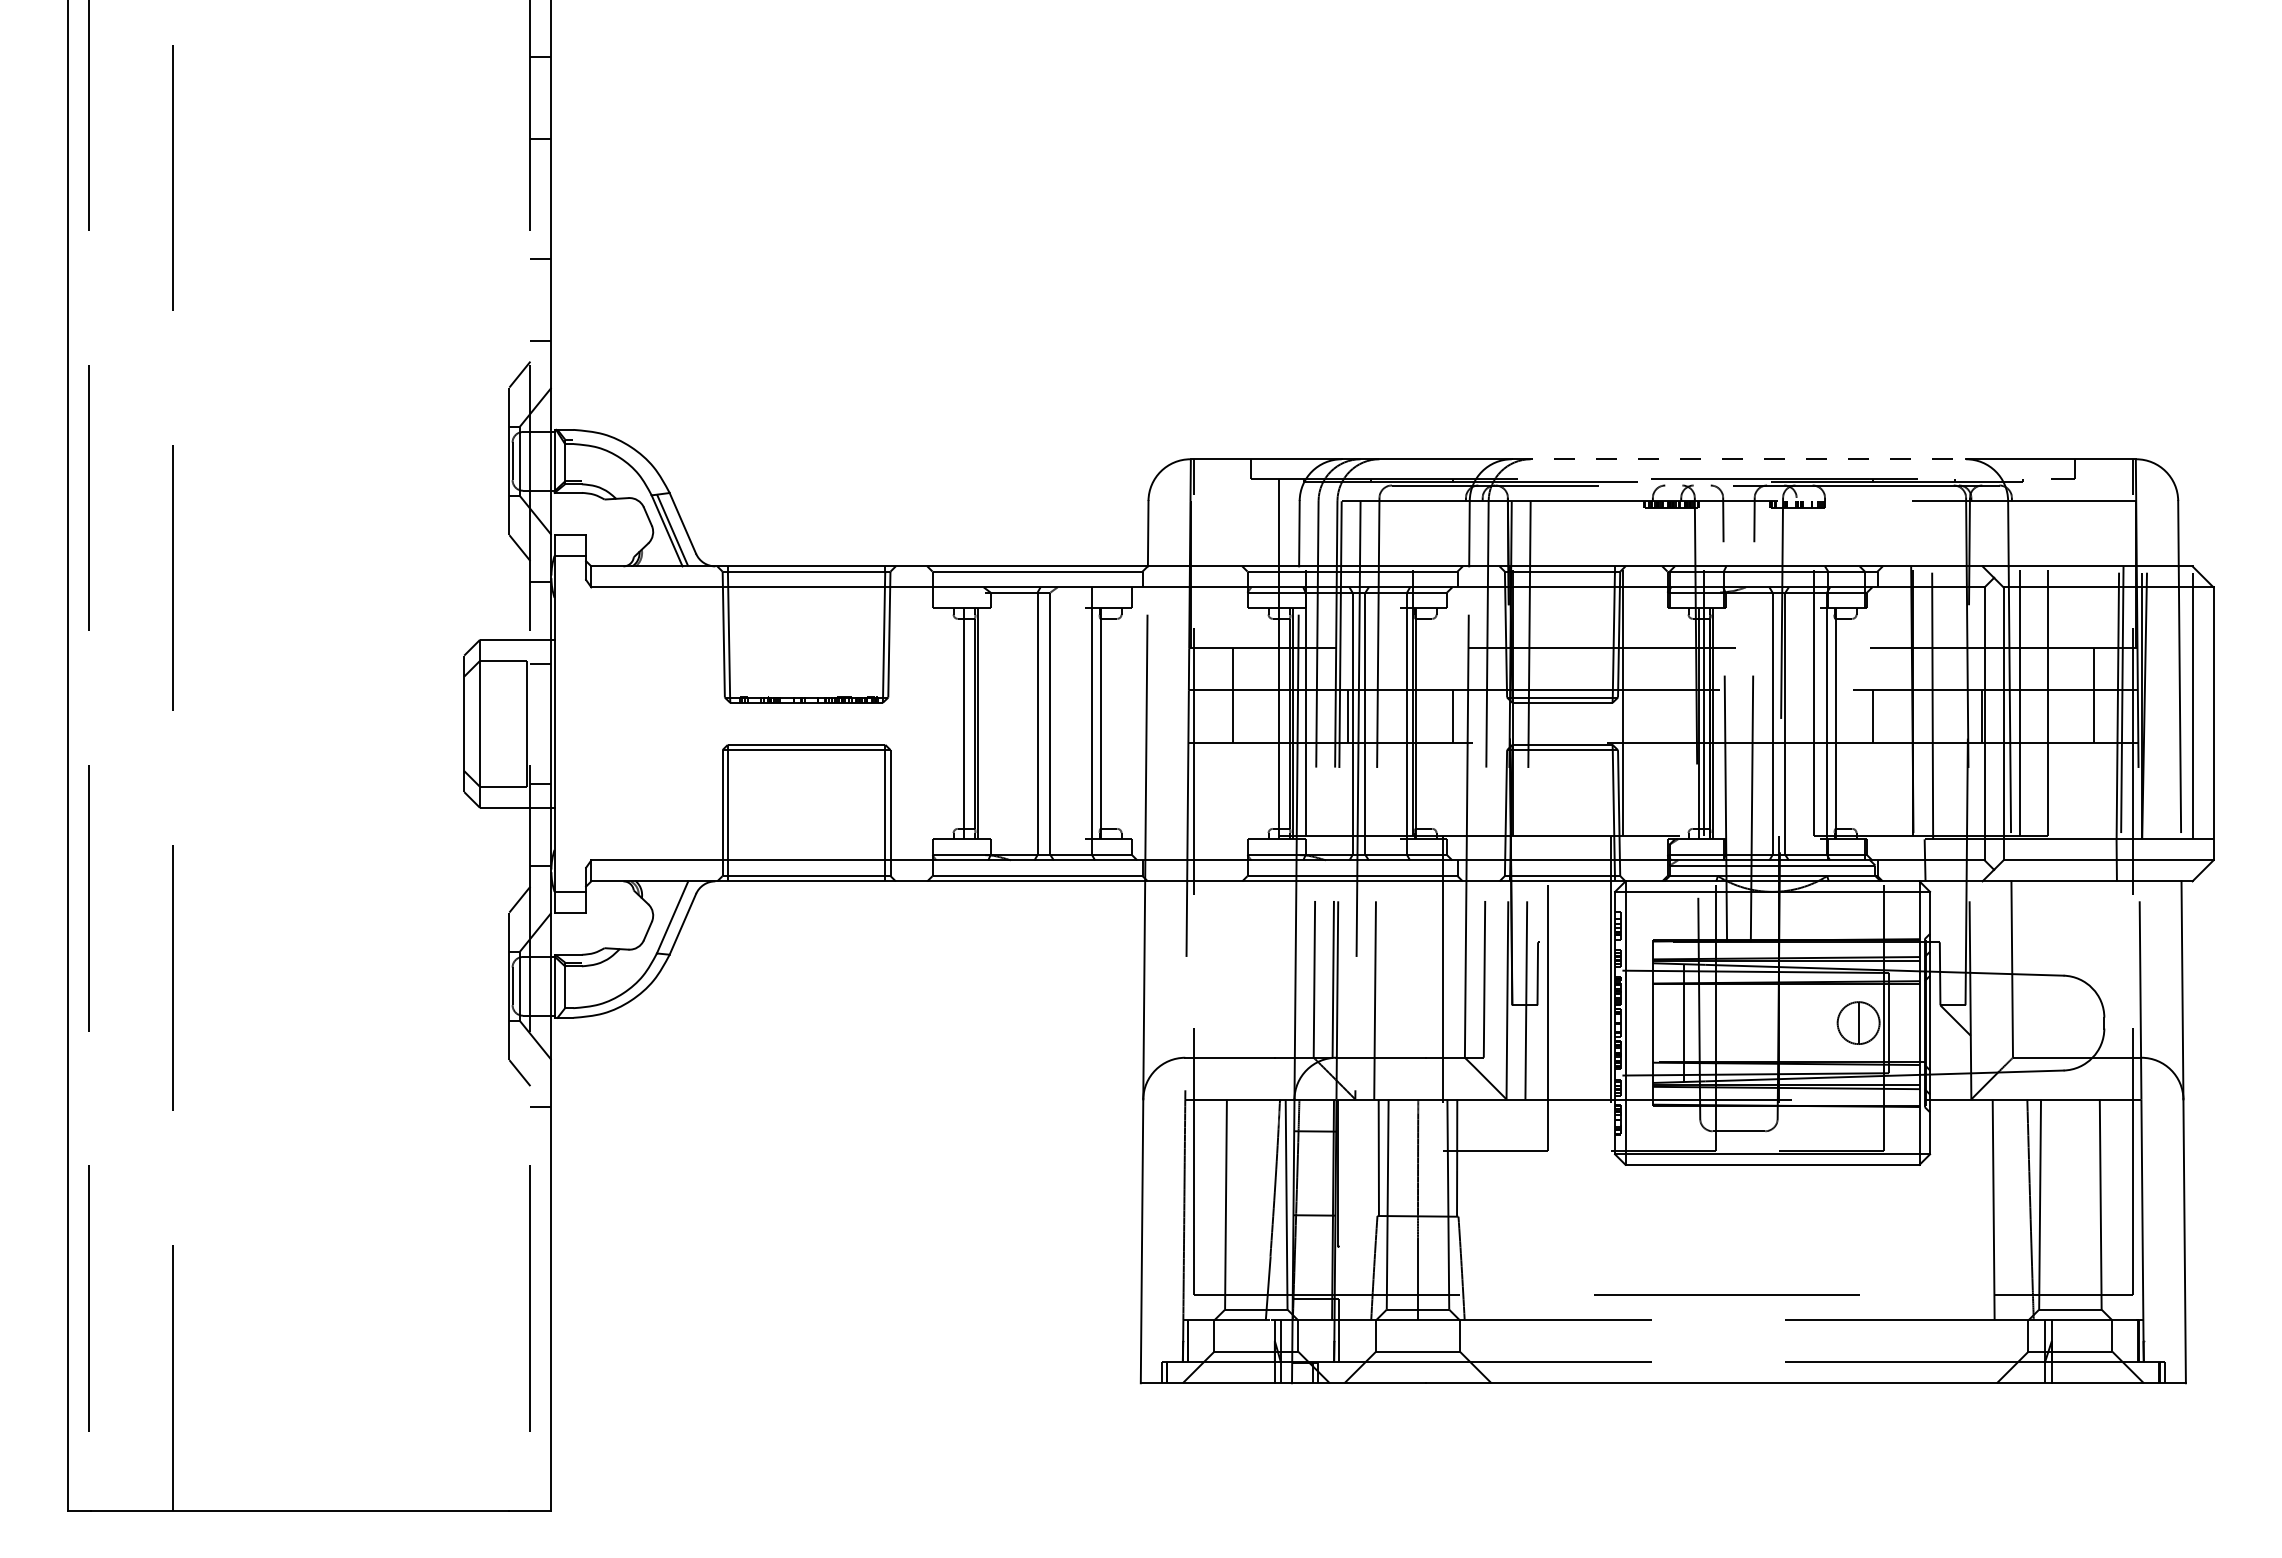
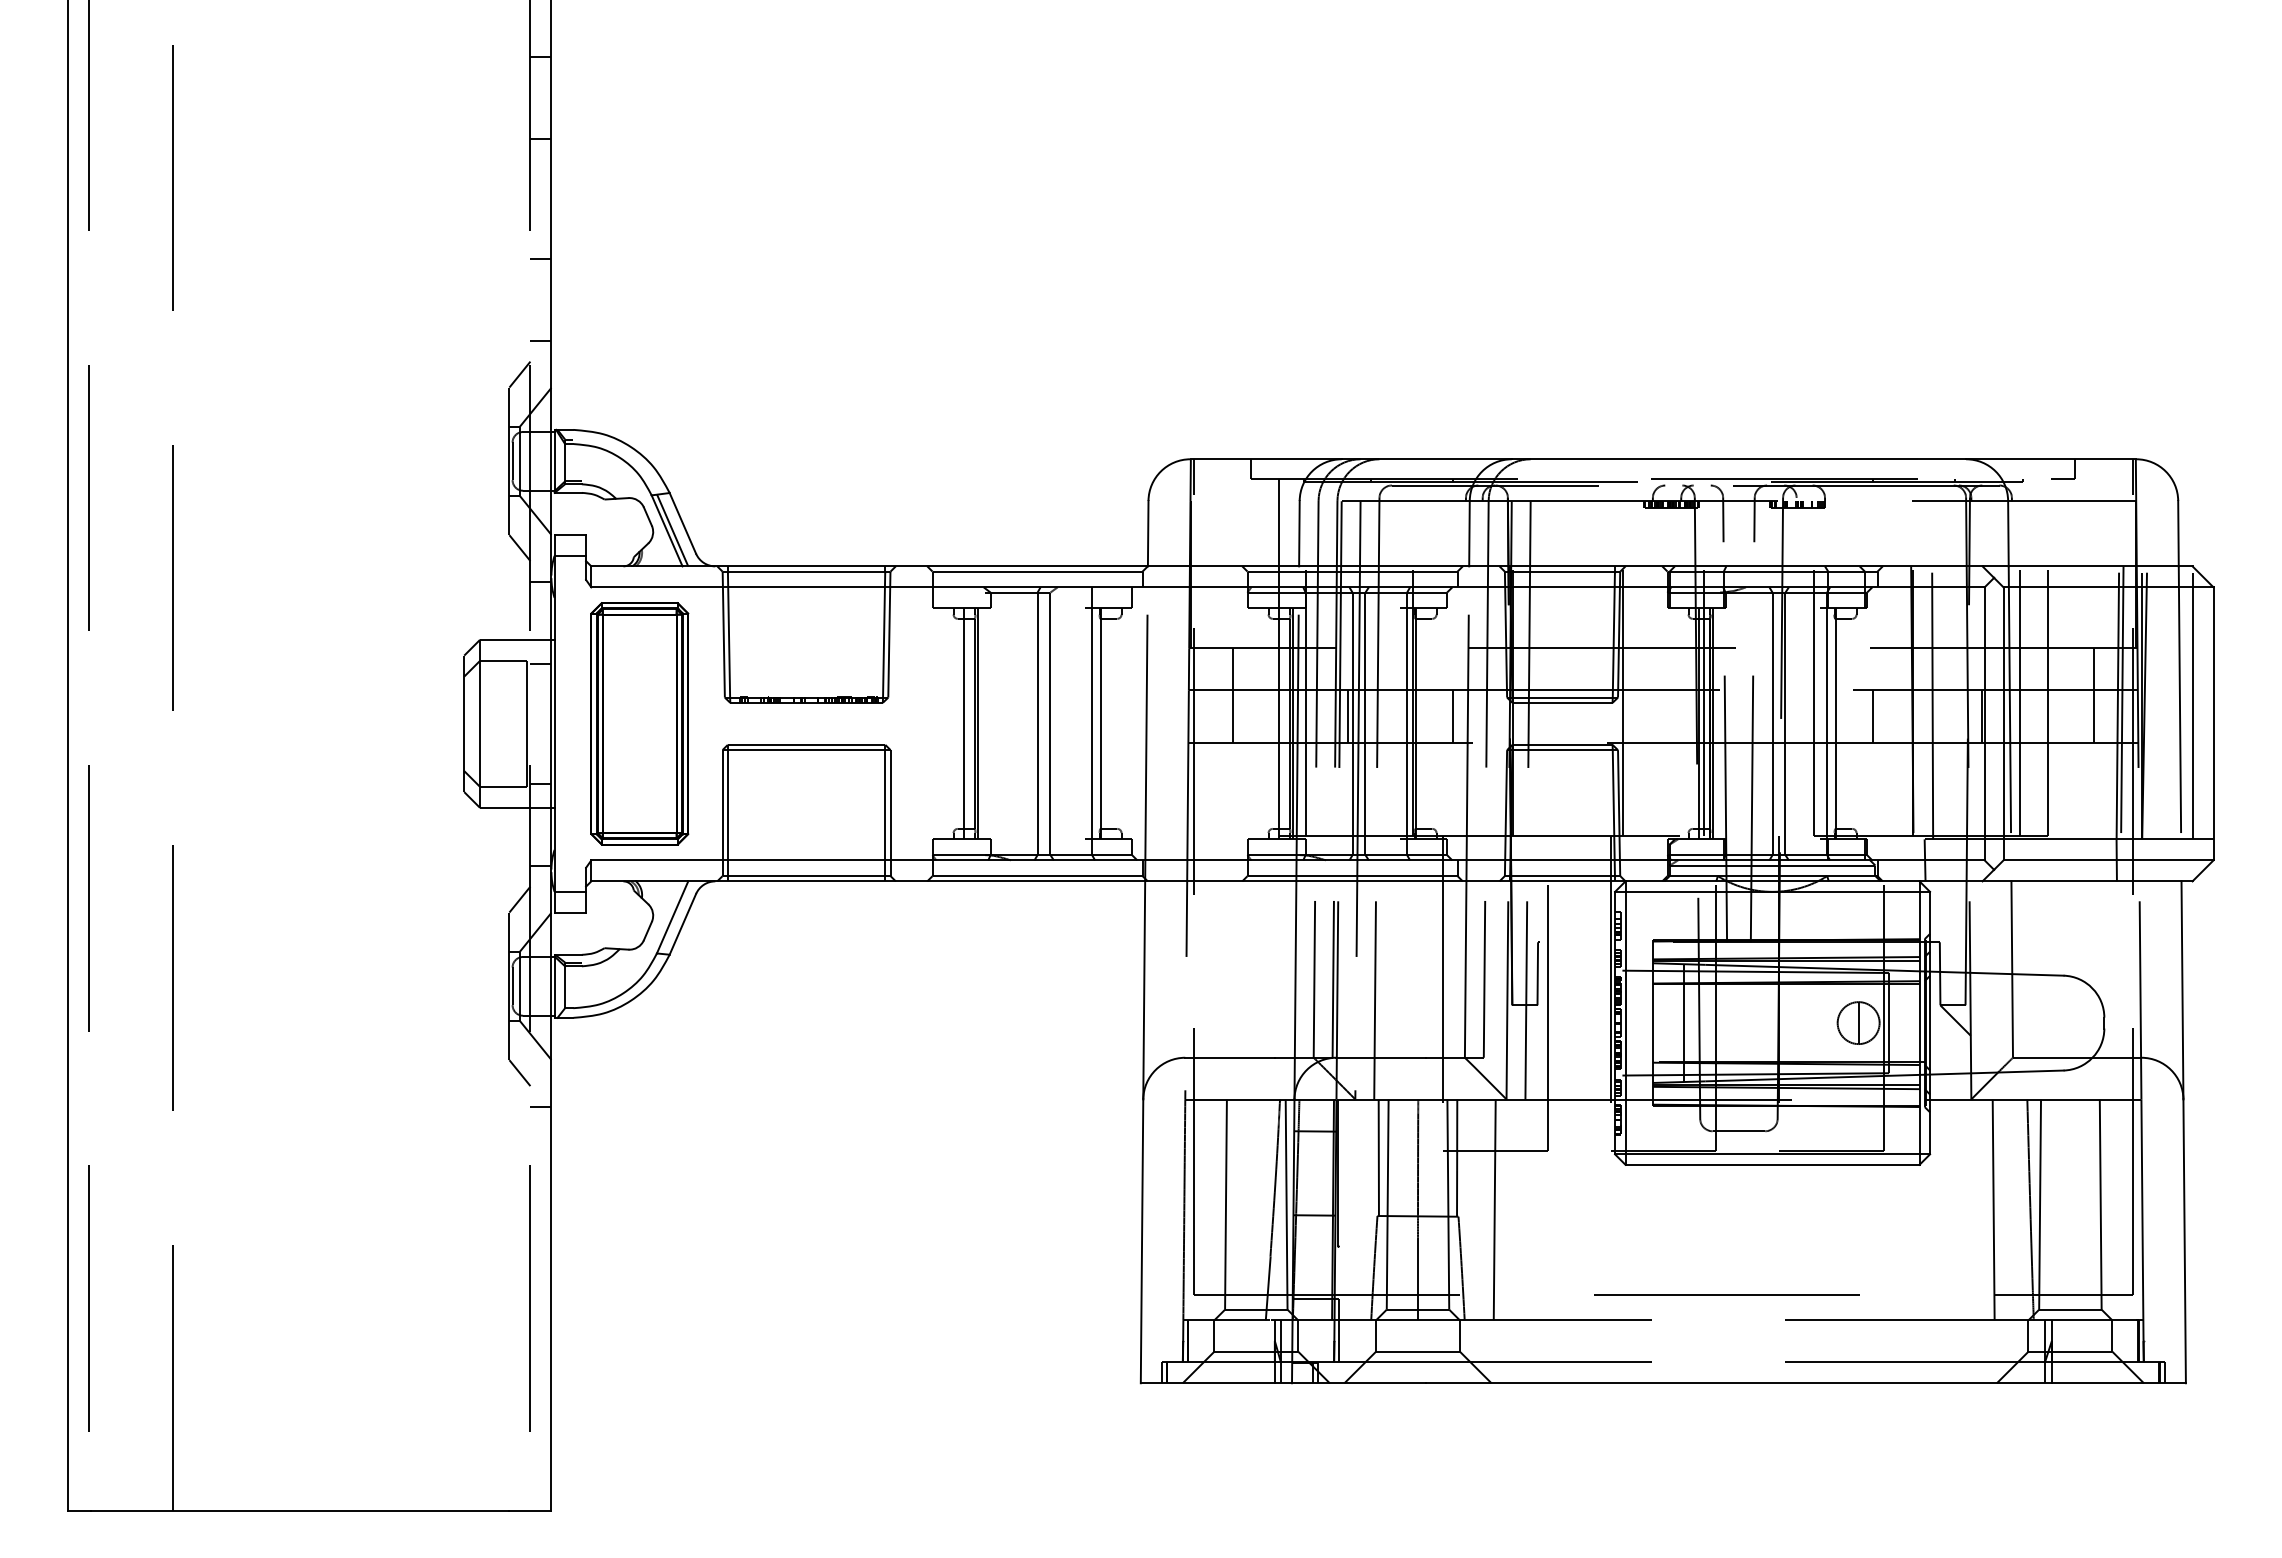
line at (1739, 459): dashed -> solid
part at (639, 723): none -> present
line at (1494, 1209): none -> present
